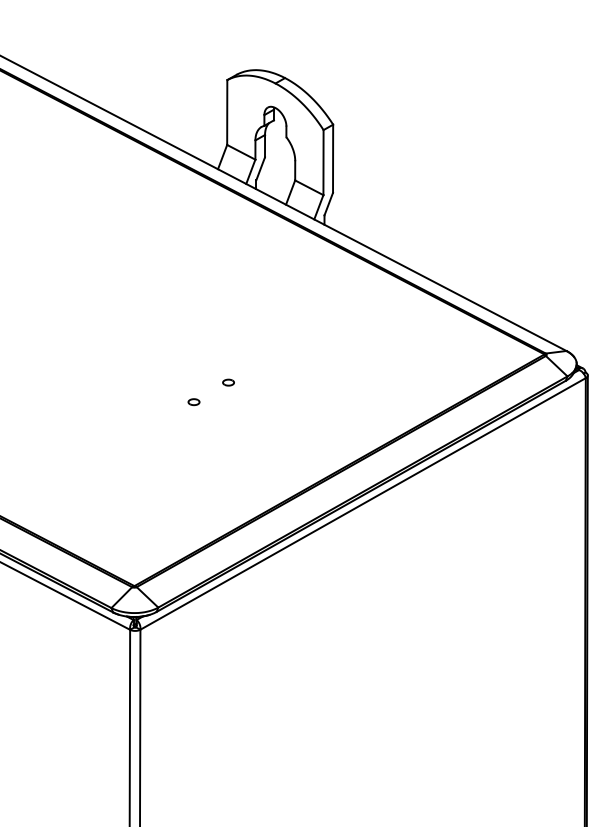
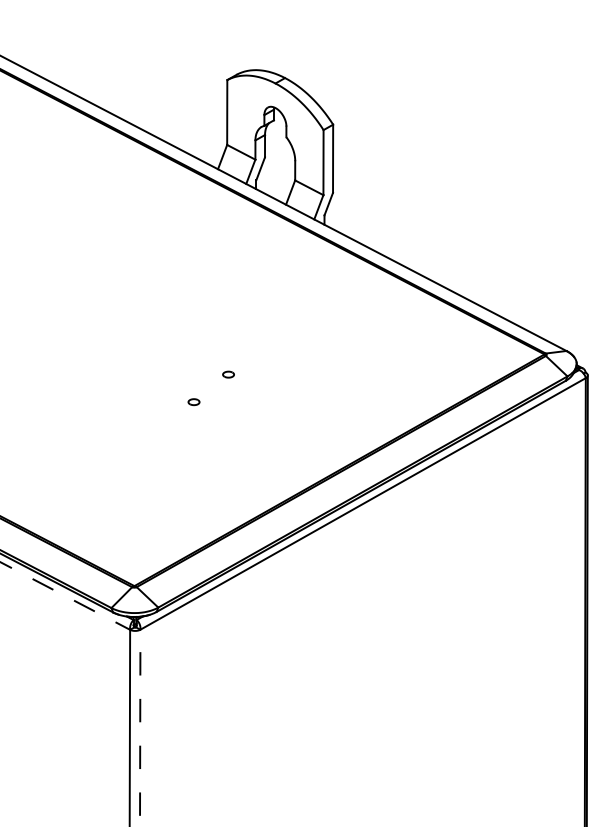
part at (228, 382) position: (228, 382) -> (228, 374)
line at (65, 596): solid -> dashed
line at (140, 727): solid -> dashed
